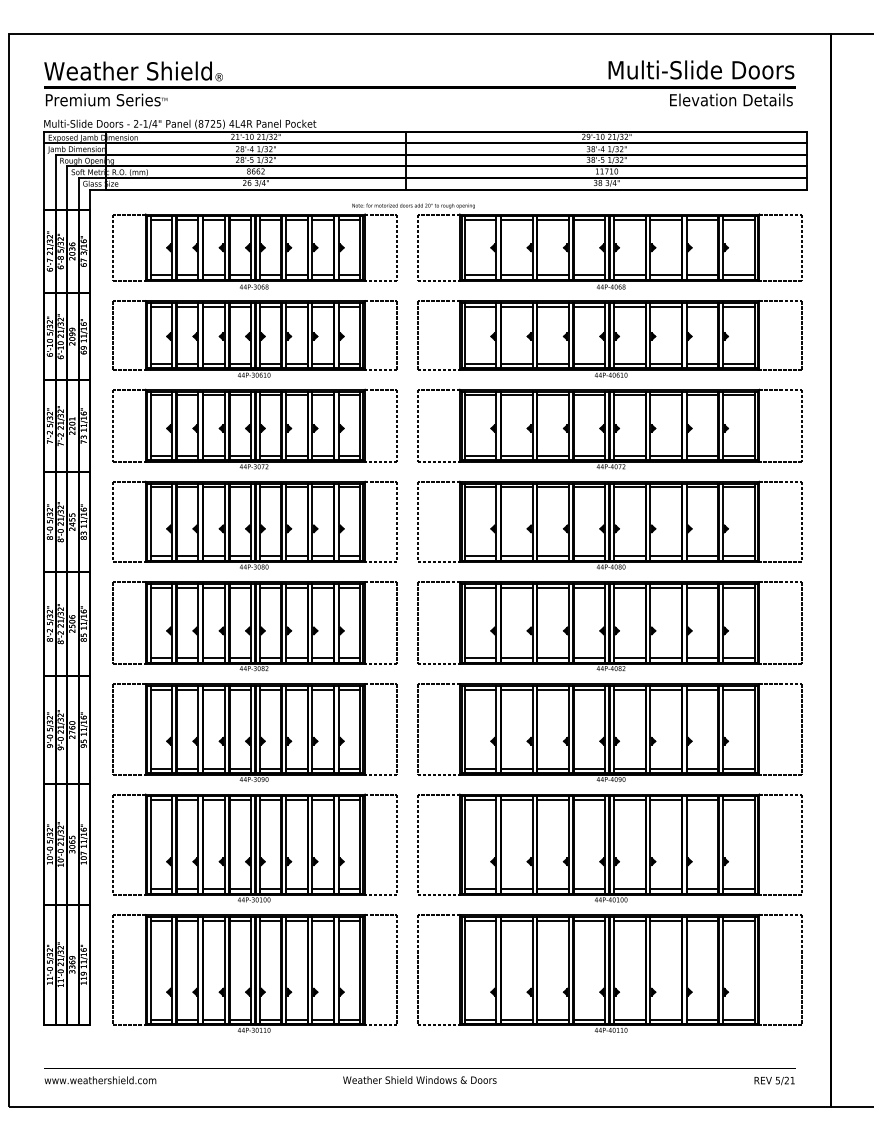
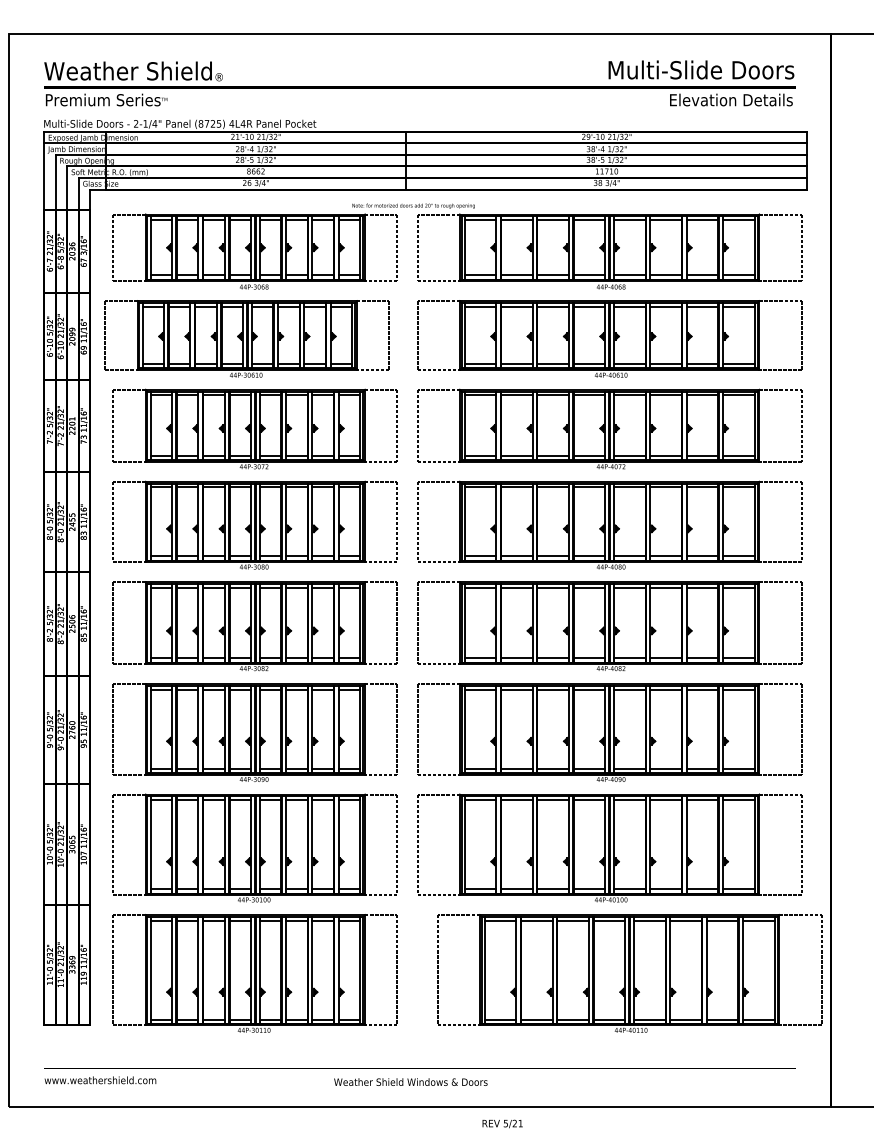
part at (254, 338) position: (254, 338) -> (246, 338)
part at (609, 973) position: (609, 973) -> (629, 973)
text at (419, 1079) position: (419, 1079) -> (410, 1081)
text at (774, 1080) position: (774, 1080) -> (502, 1123)
